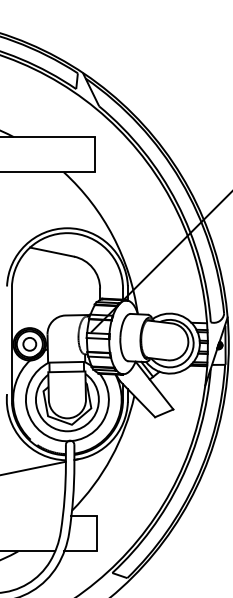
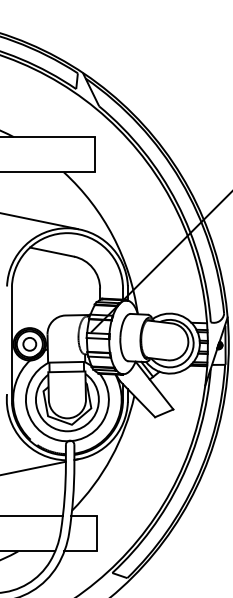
line at (39, 221): none -> present
line at (32, 516): none -> present
